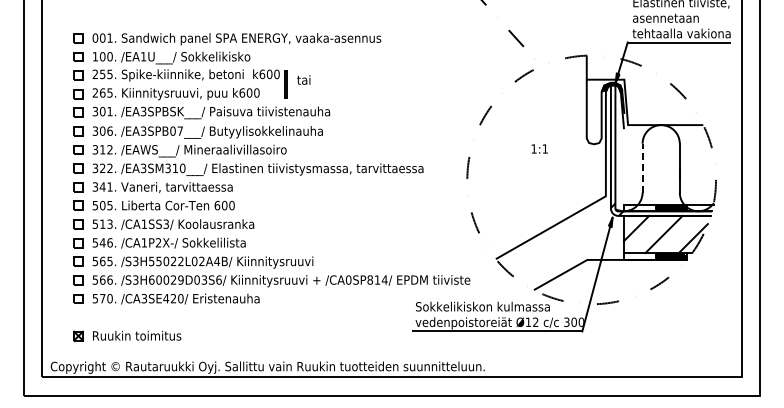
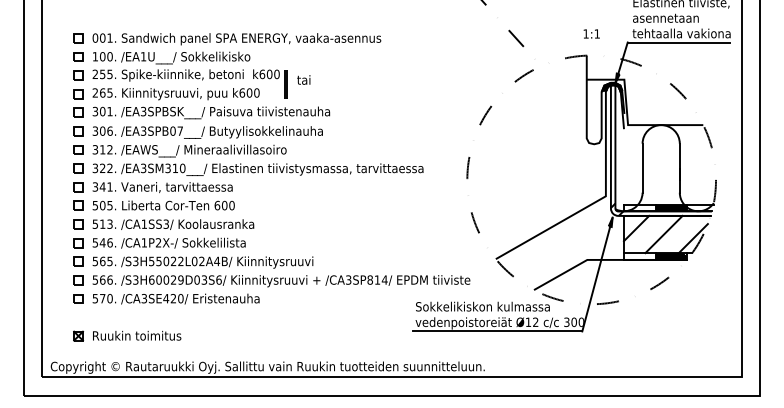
text at (539, 148) position: (539, 148) -> (591, 33)
line at (642, 167): dashed -> solid
text at (348, 279): /CA0SP814/ -> /CA3SP814/
